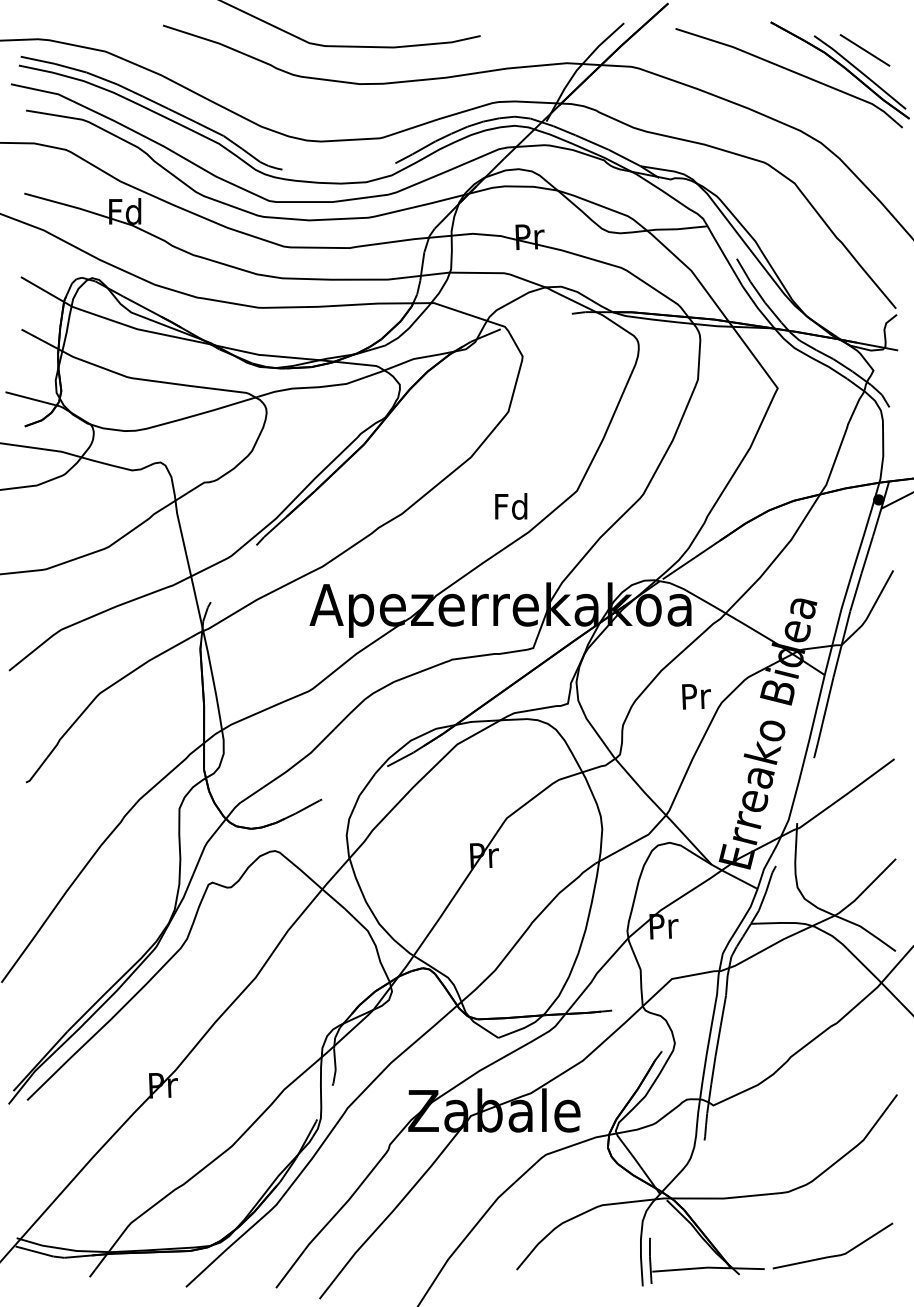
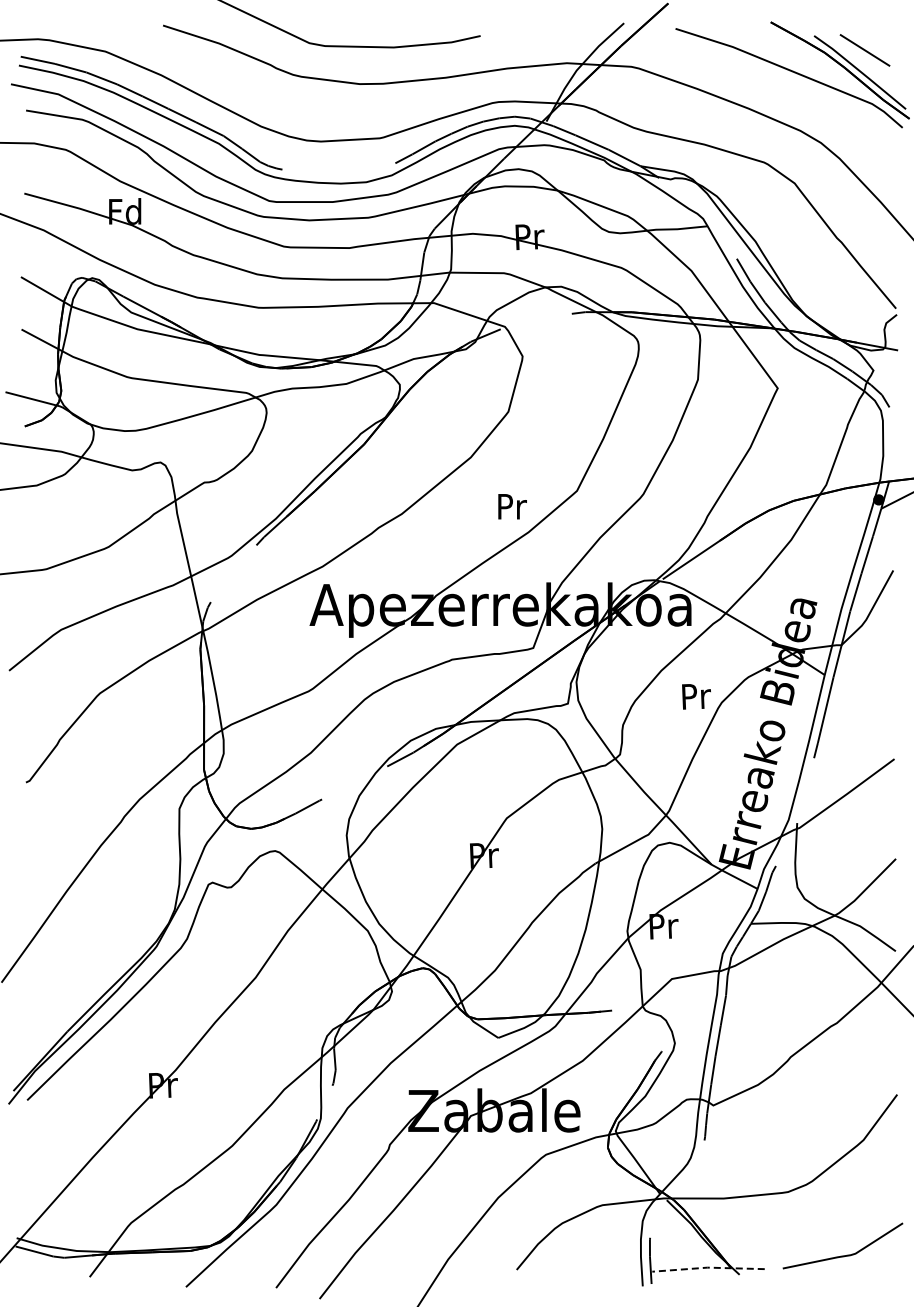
text at (511, 506): Fd -> Pr
line at (832, 1255) position: (832, 1255) -> (842, 1255)
line at (707, 1267): solid -> dashed
